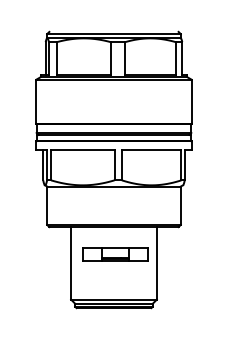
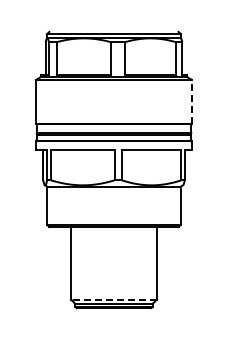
line at (191, 101): solid -> dashed
part at (115, 254): present -> none
line at (114, 299): solid -> dashed
